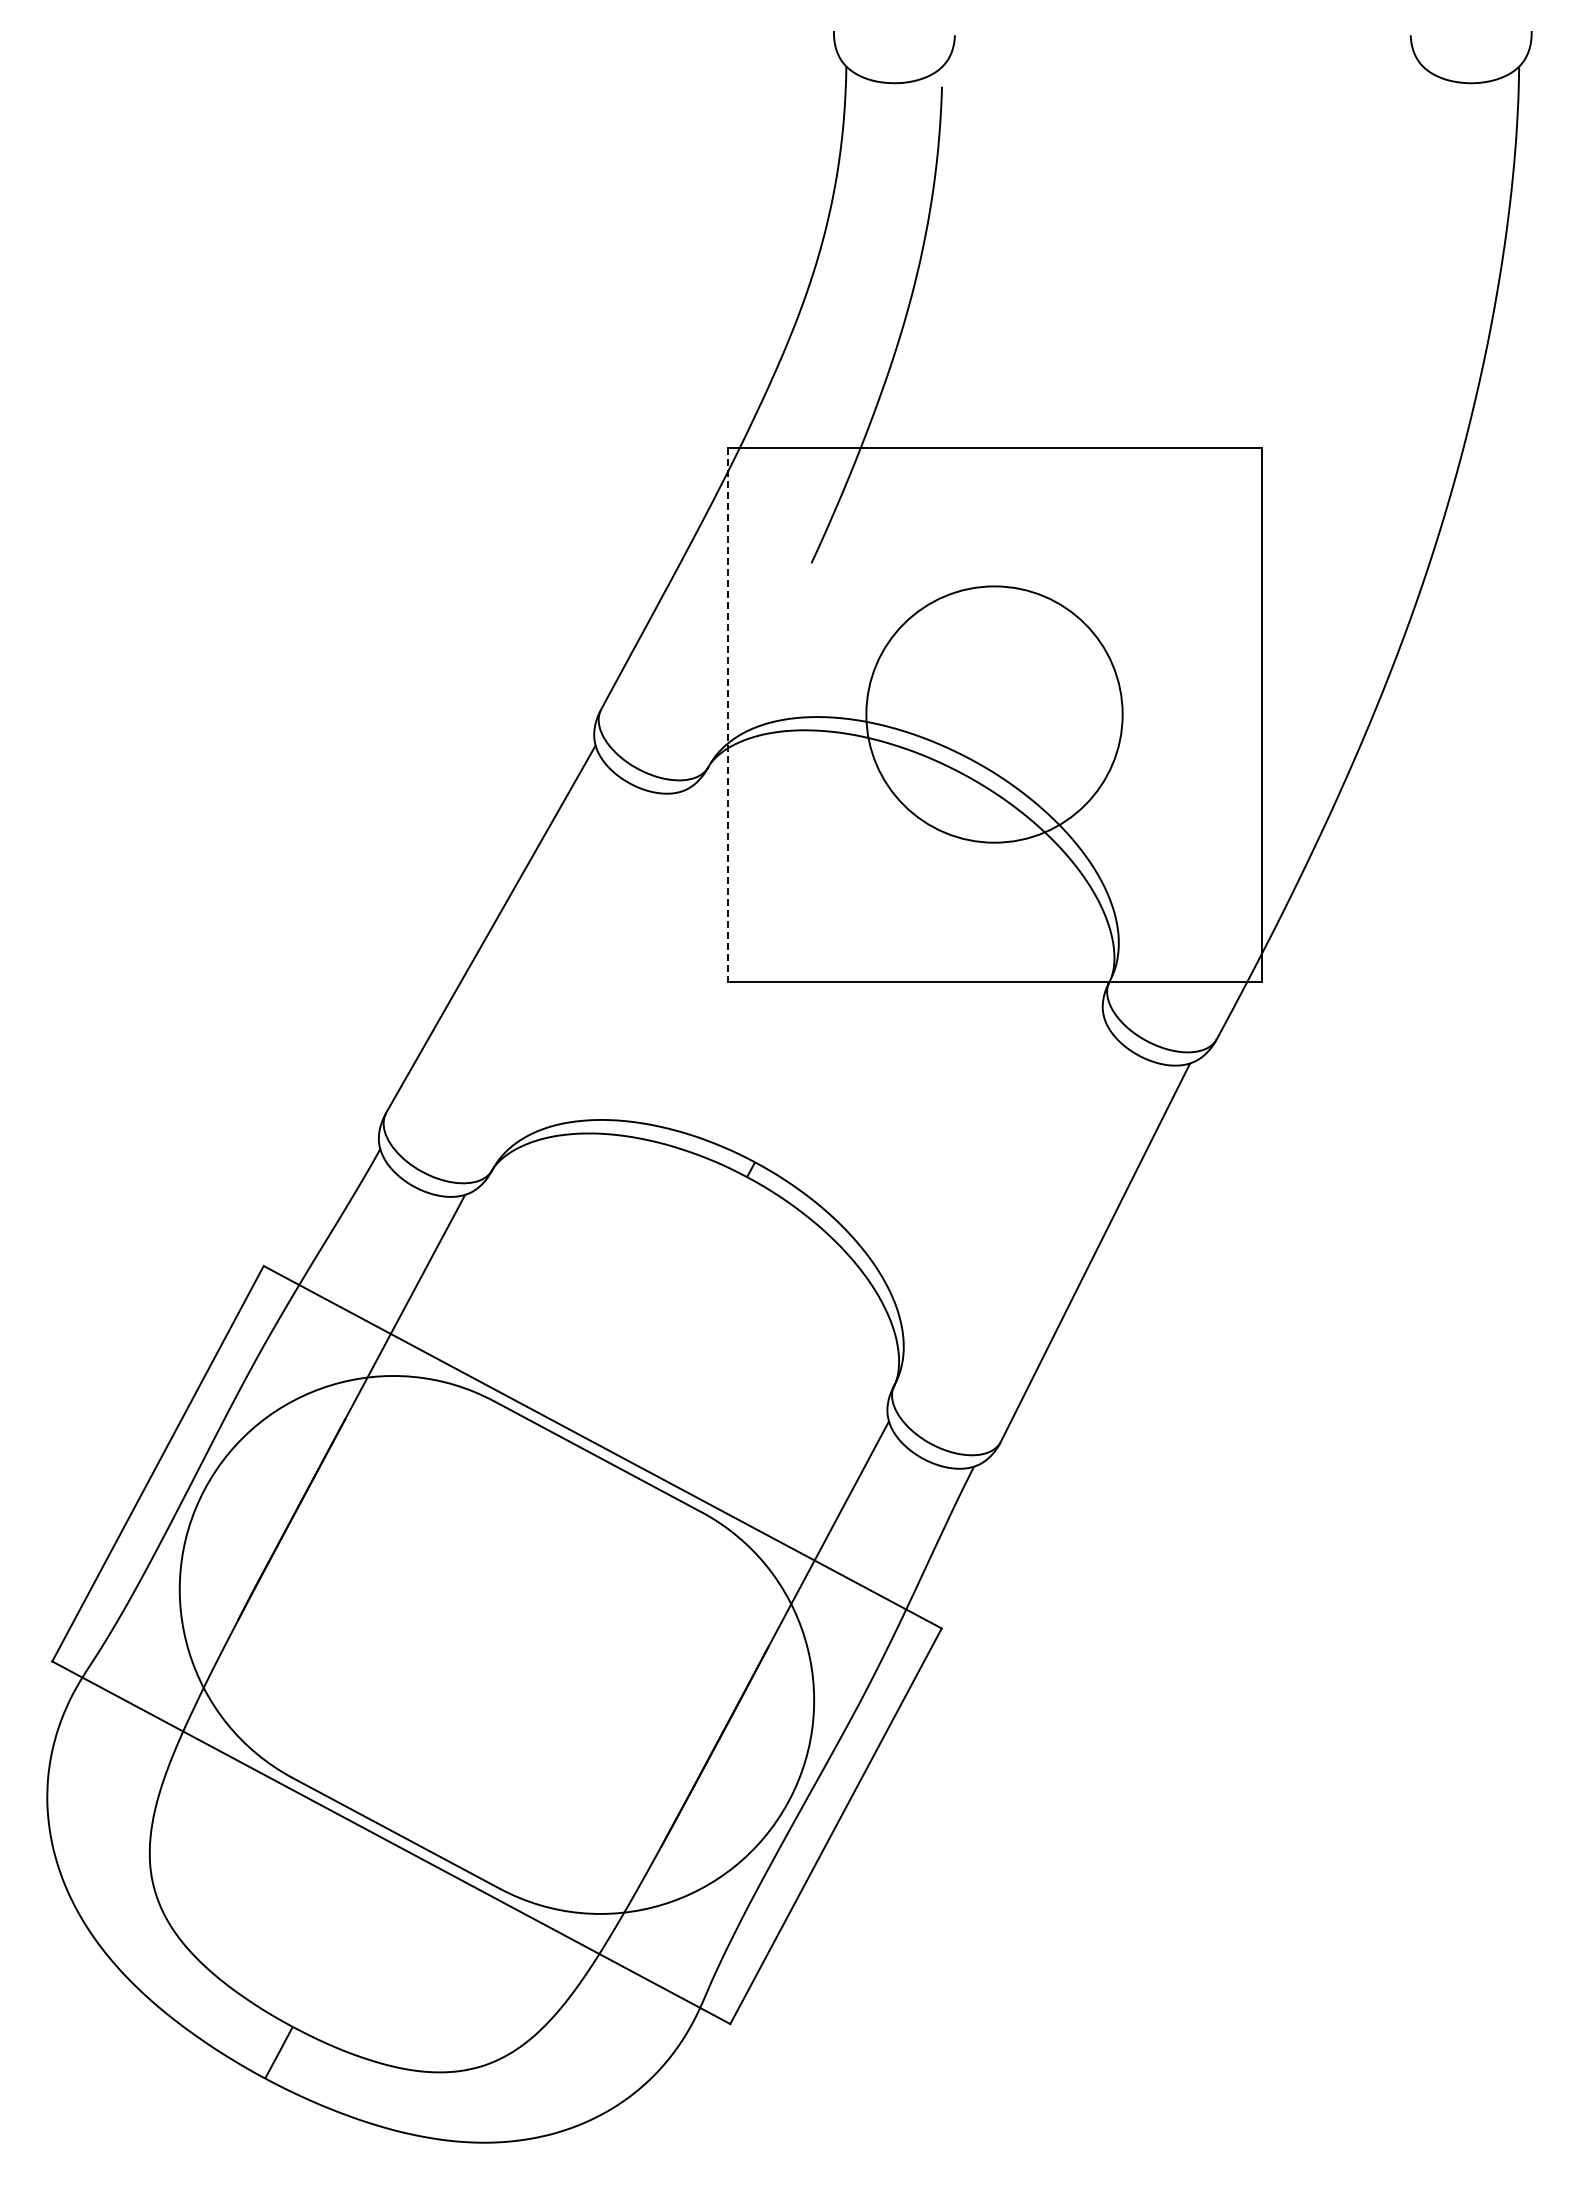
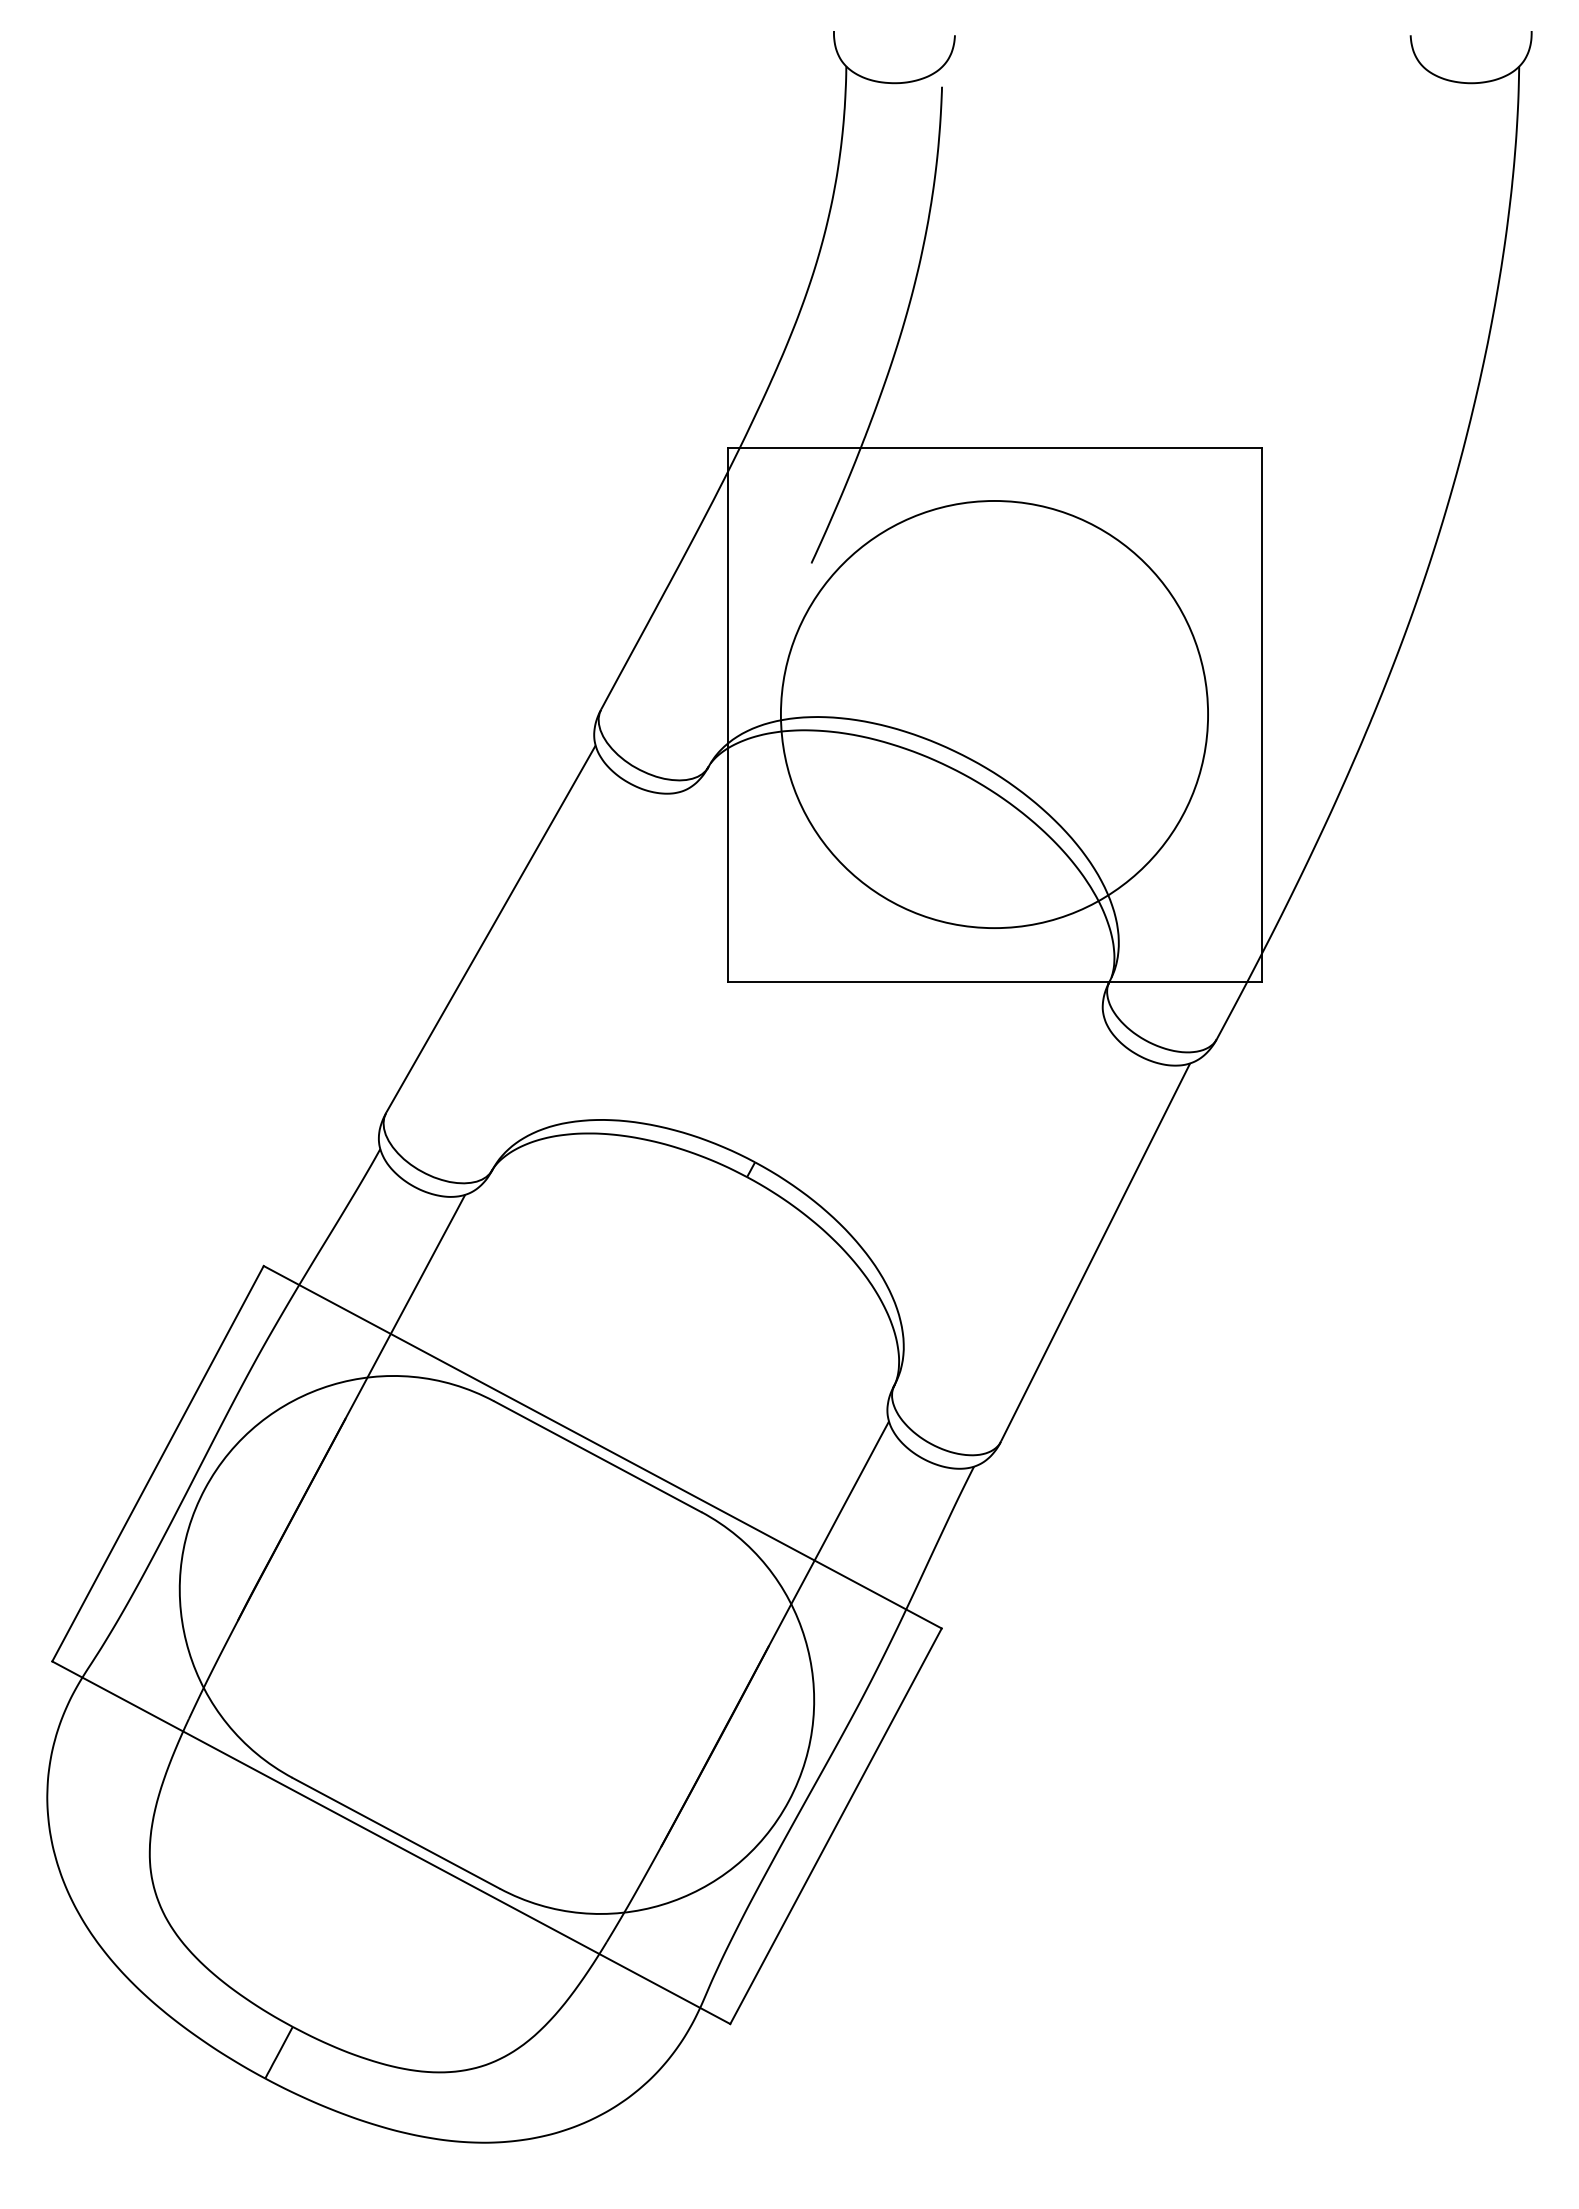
line at (727, 714): dashed -> solid
circle at (994, 714) diameter: 256 px -> 427 px
